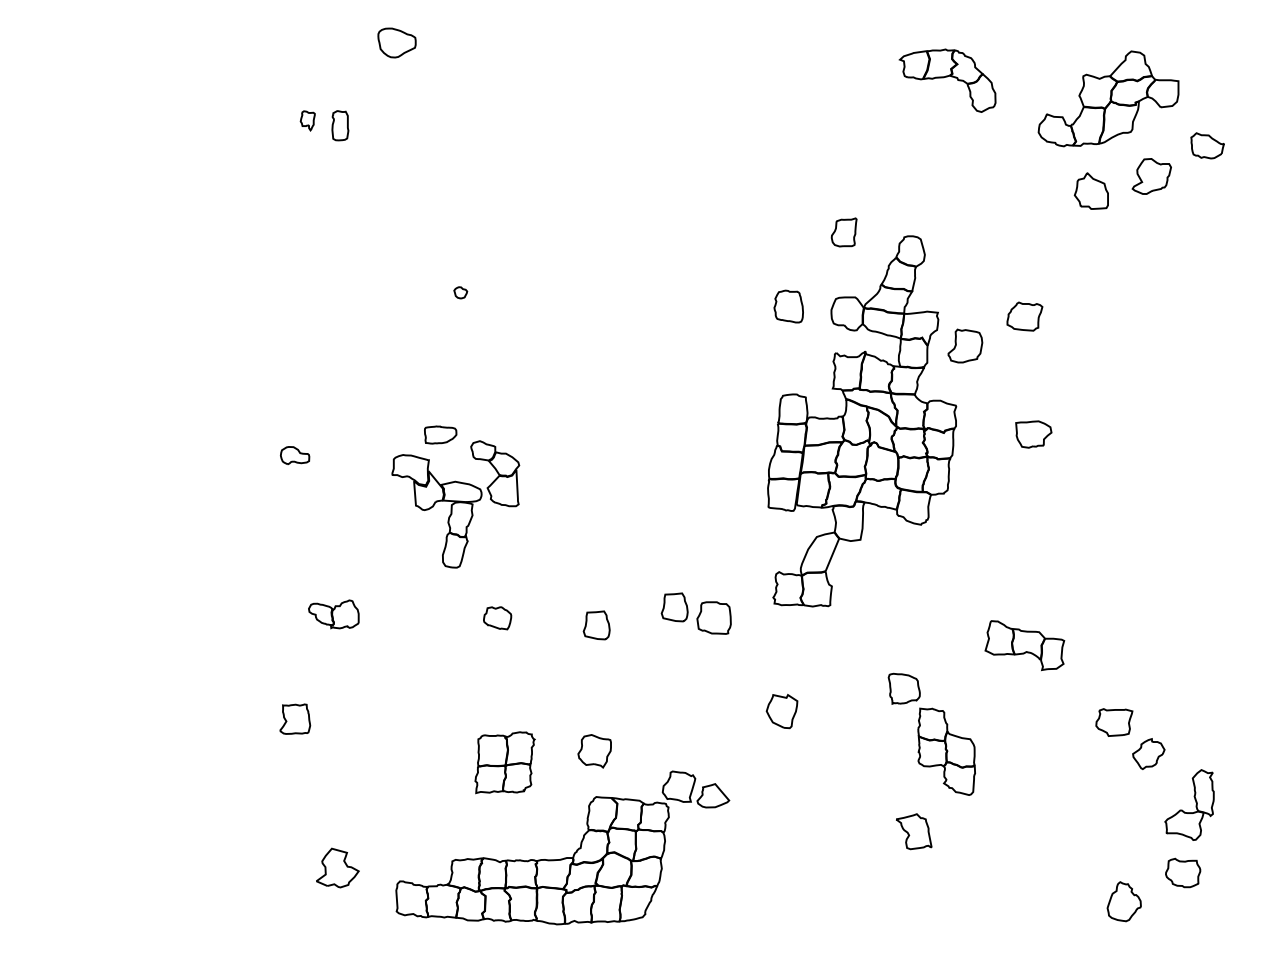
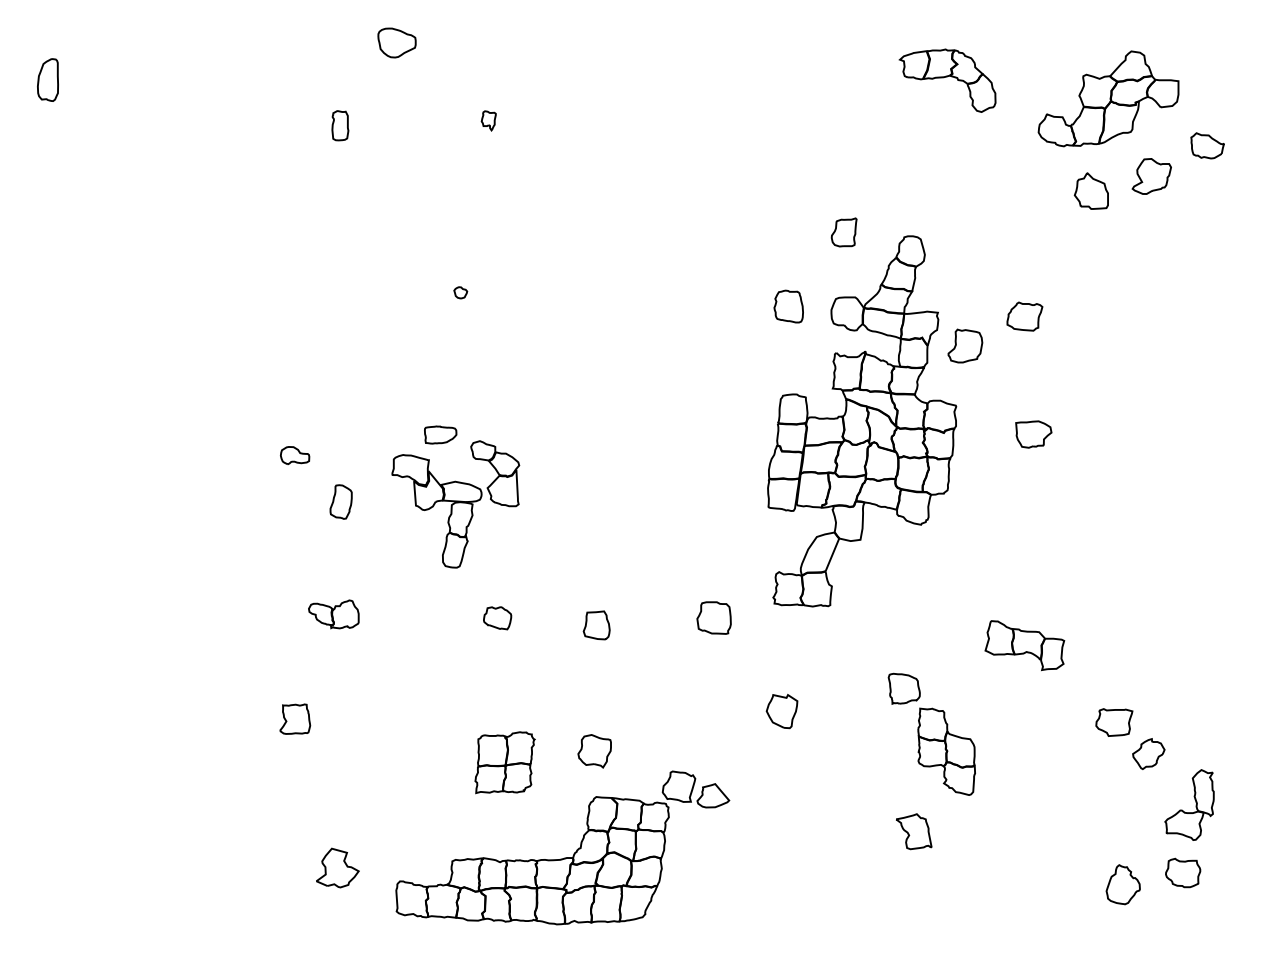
part at (47, 79): none -> present
part at (307, 120) position: (307, 120) -> (488, 120)
part at (340, 501): none -> present
part at (674, 607): present -> none
part at (1123, 901) position: (1123, 901) -> (1122, 884)
